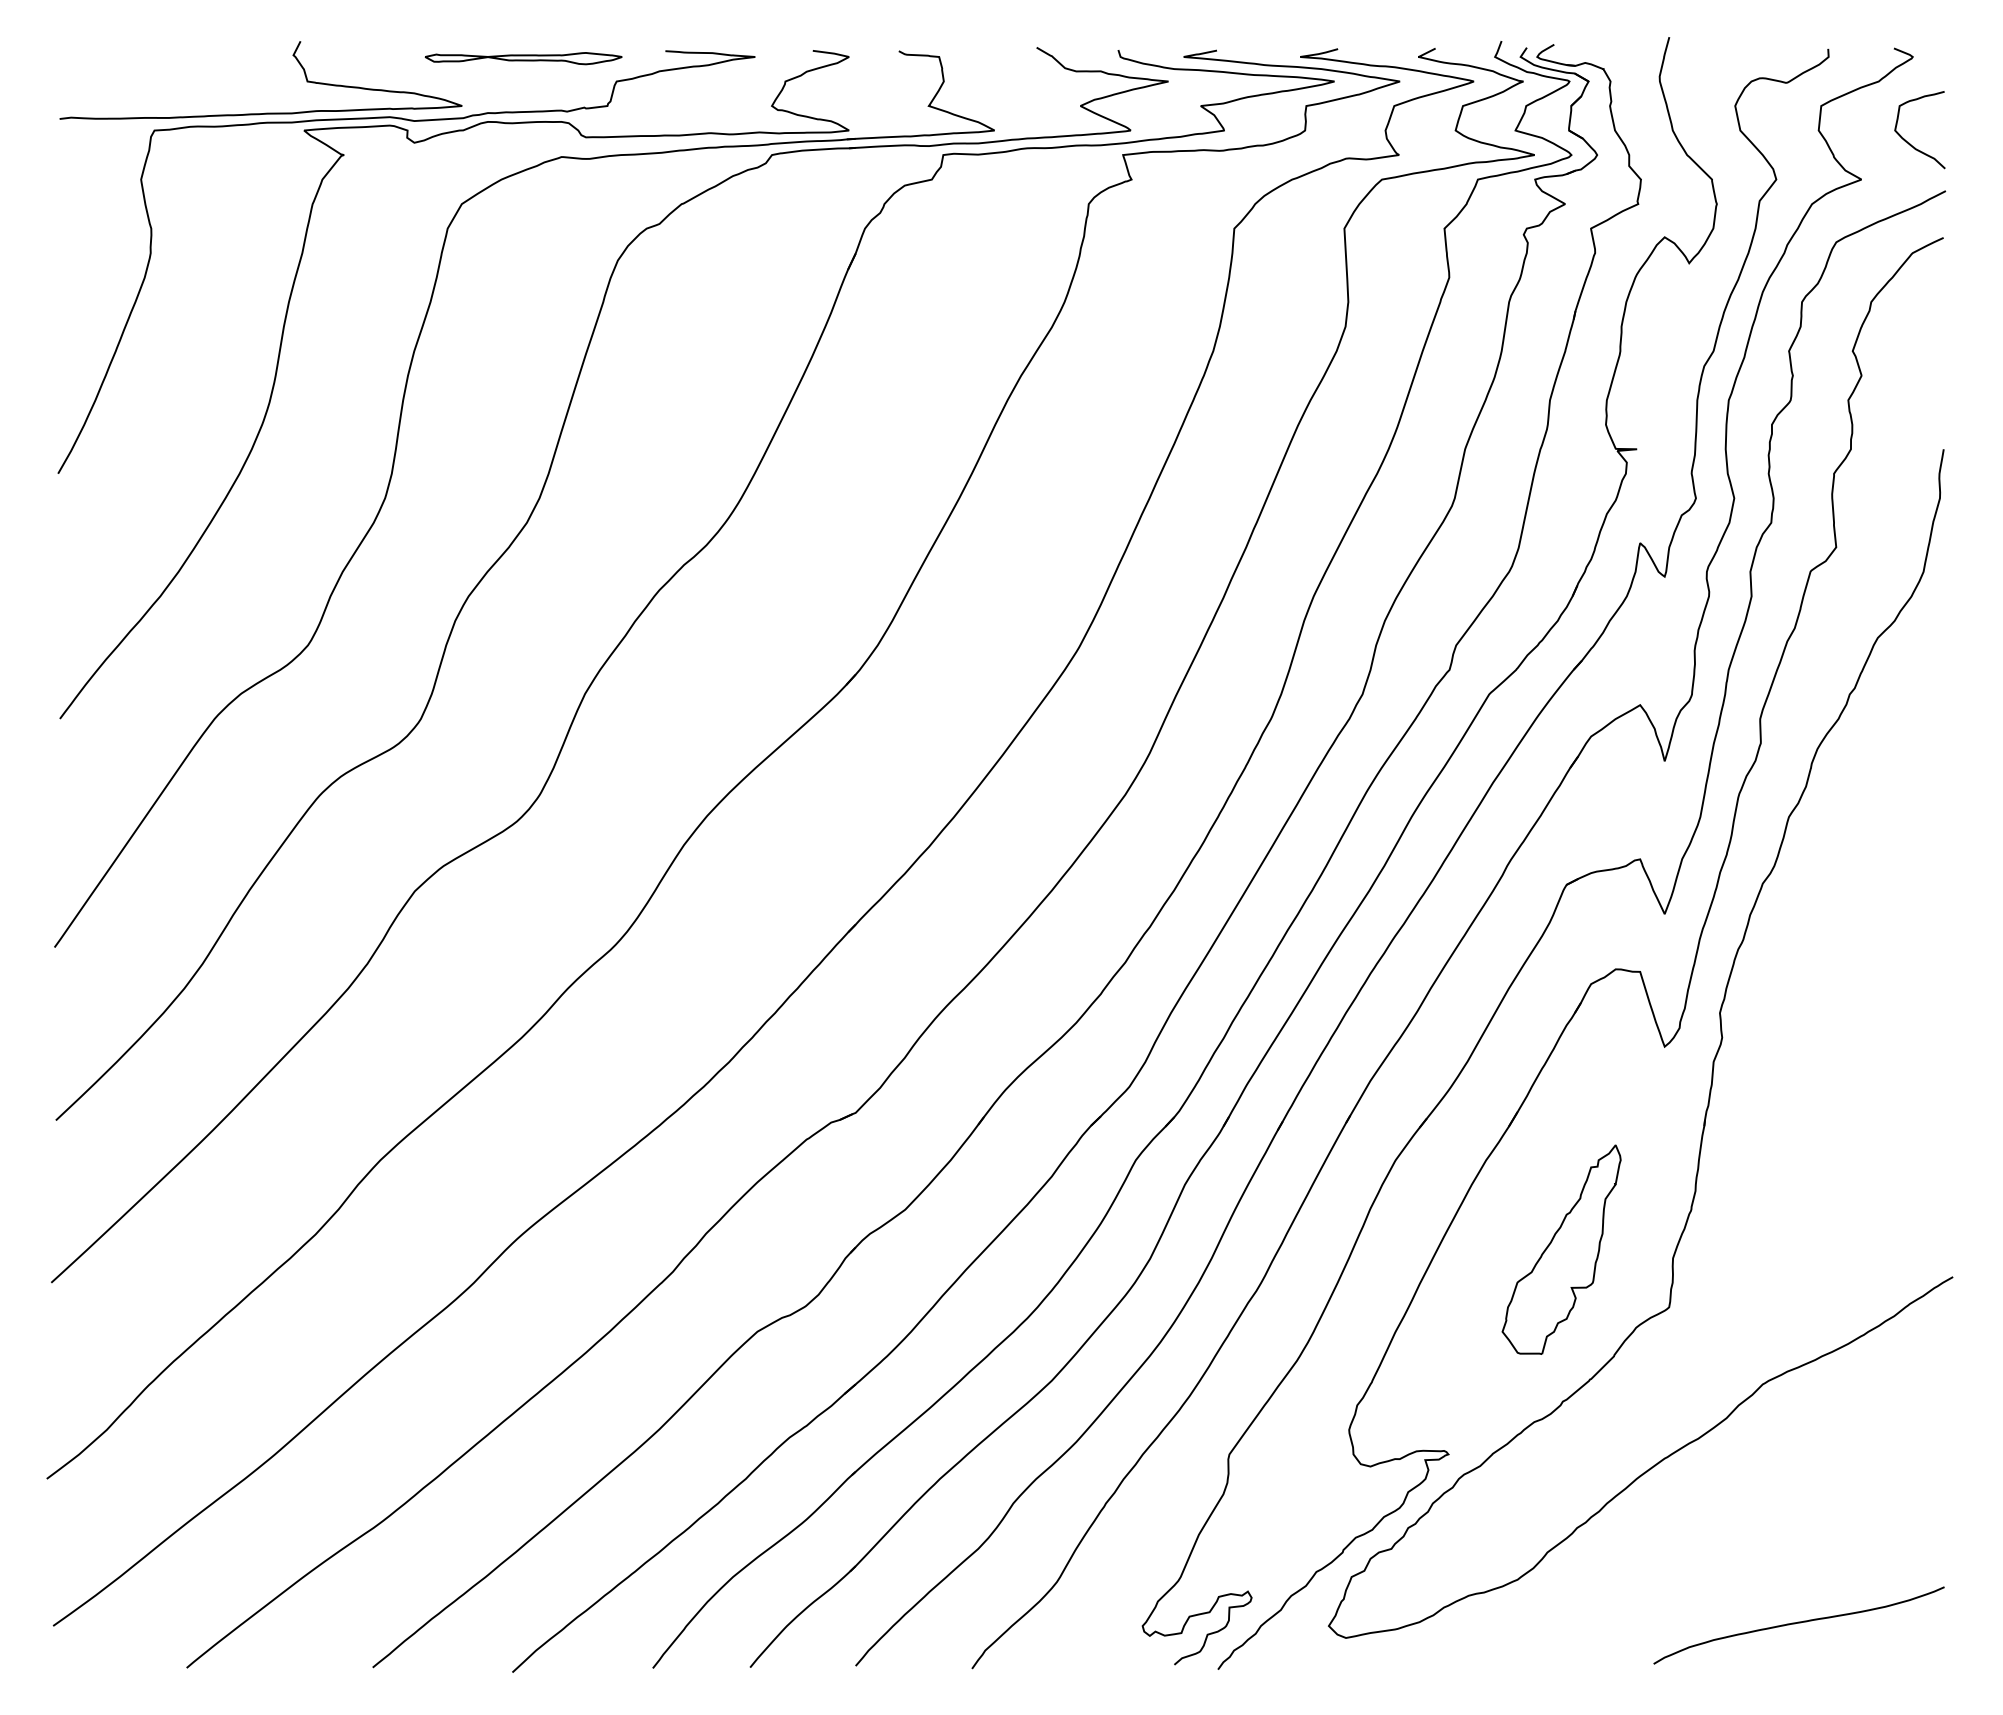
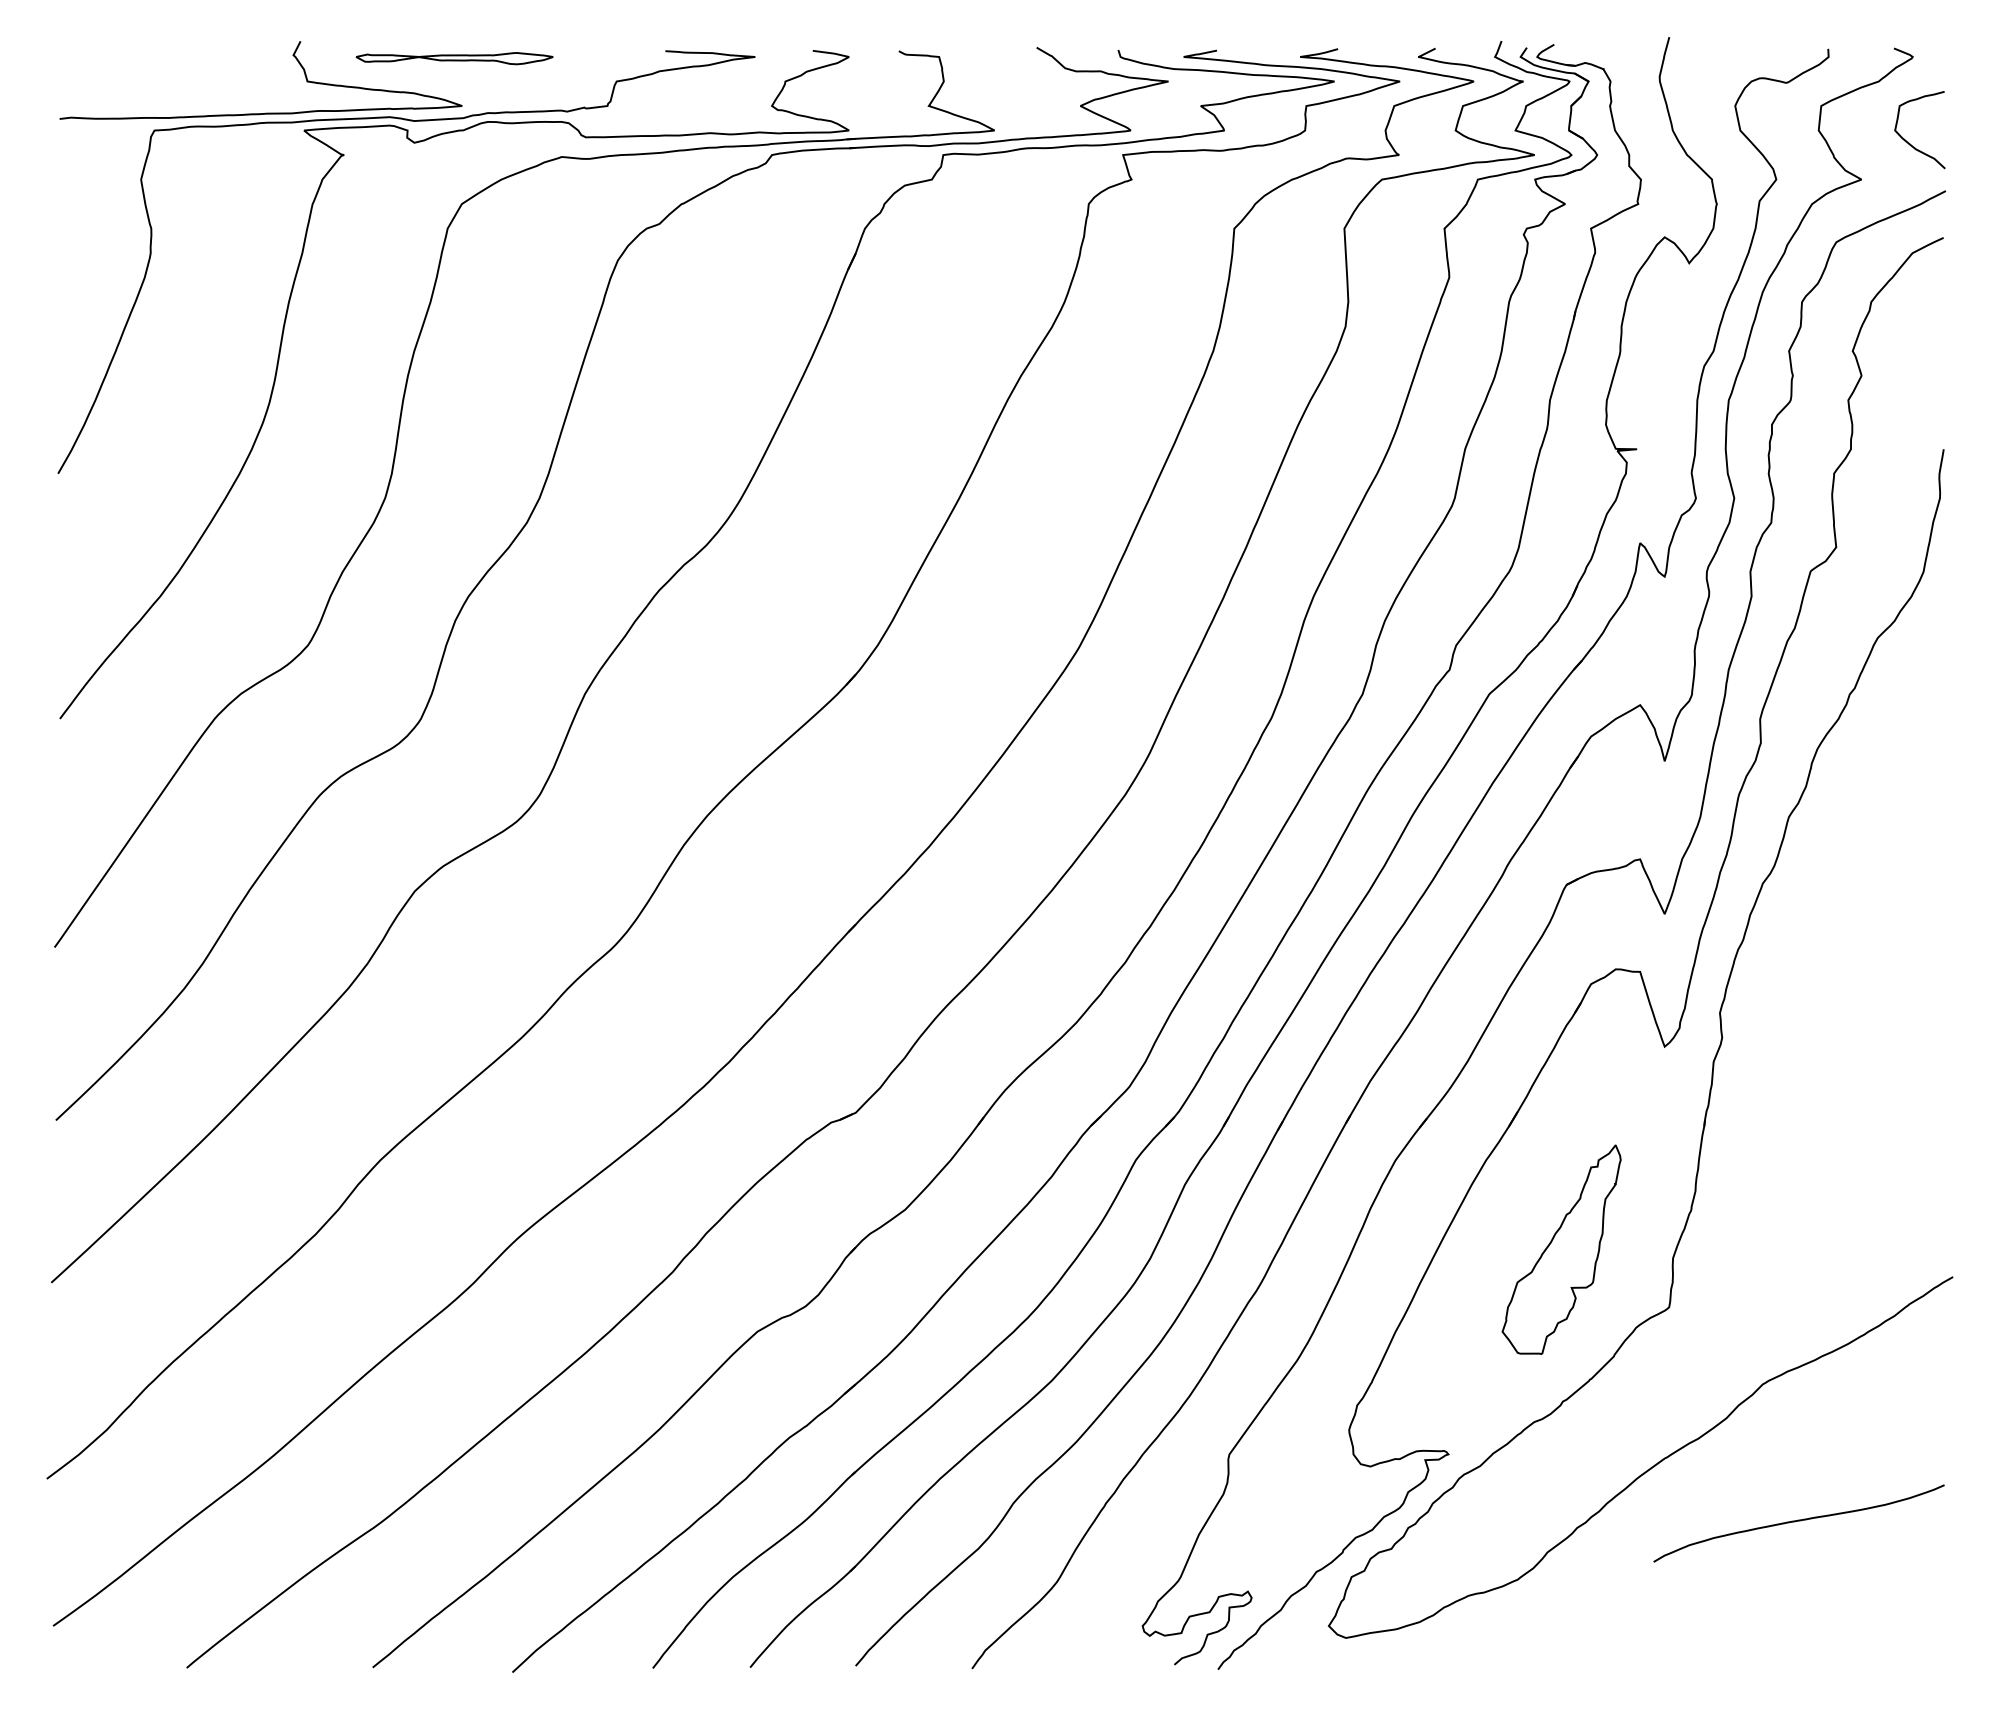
part at (523, 58) position: (523, 58) -> (454, 58)
curve at (1798, 1623) position: (1798, 1623) -> (1798, 1521)
